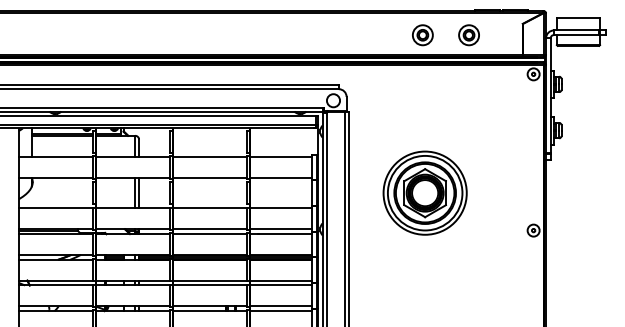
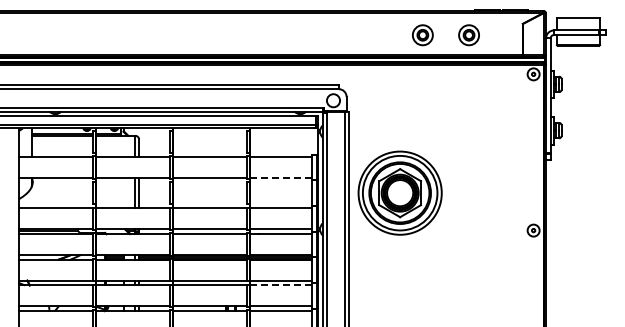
line at (280, 177): solid -> dashed
part at (424, 192) position: (424, 192) -> (399, 192)
line at (280, 285): solid -> dashed
